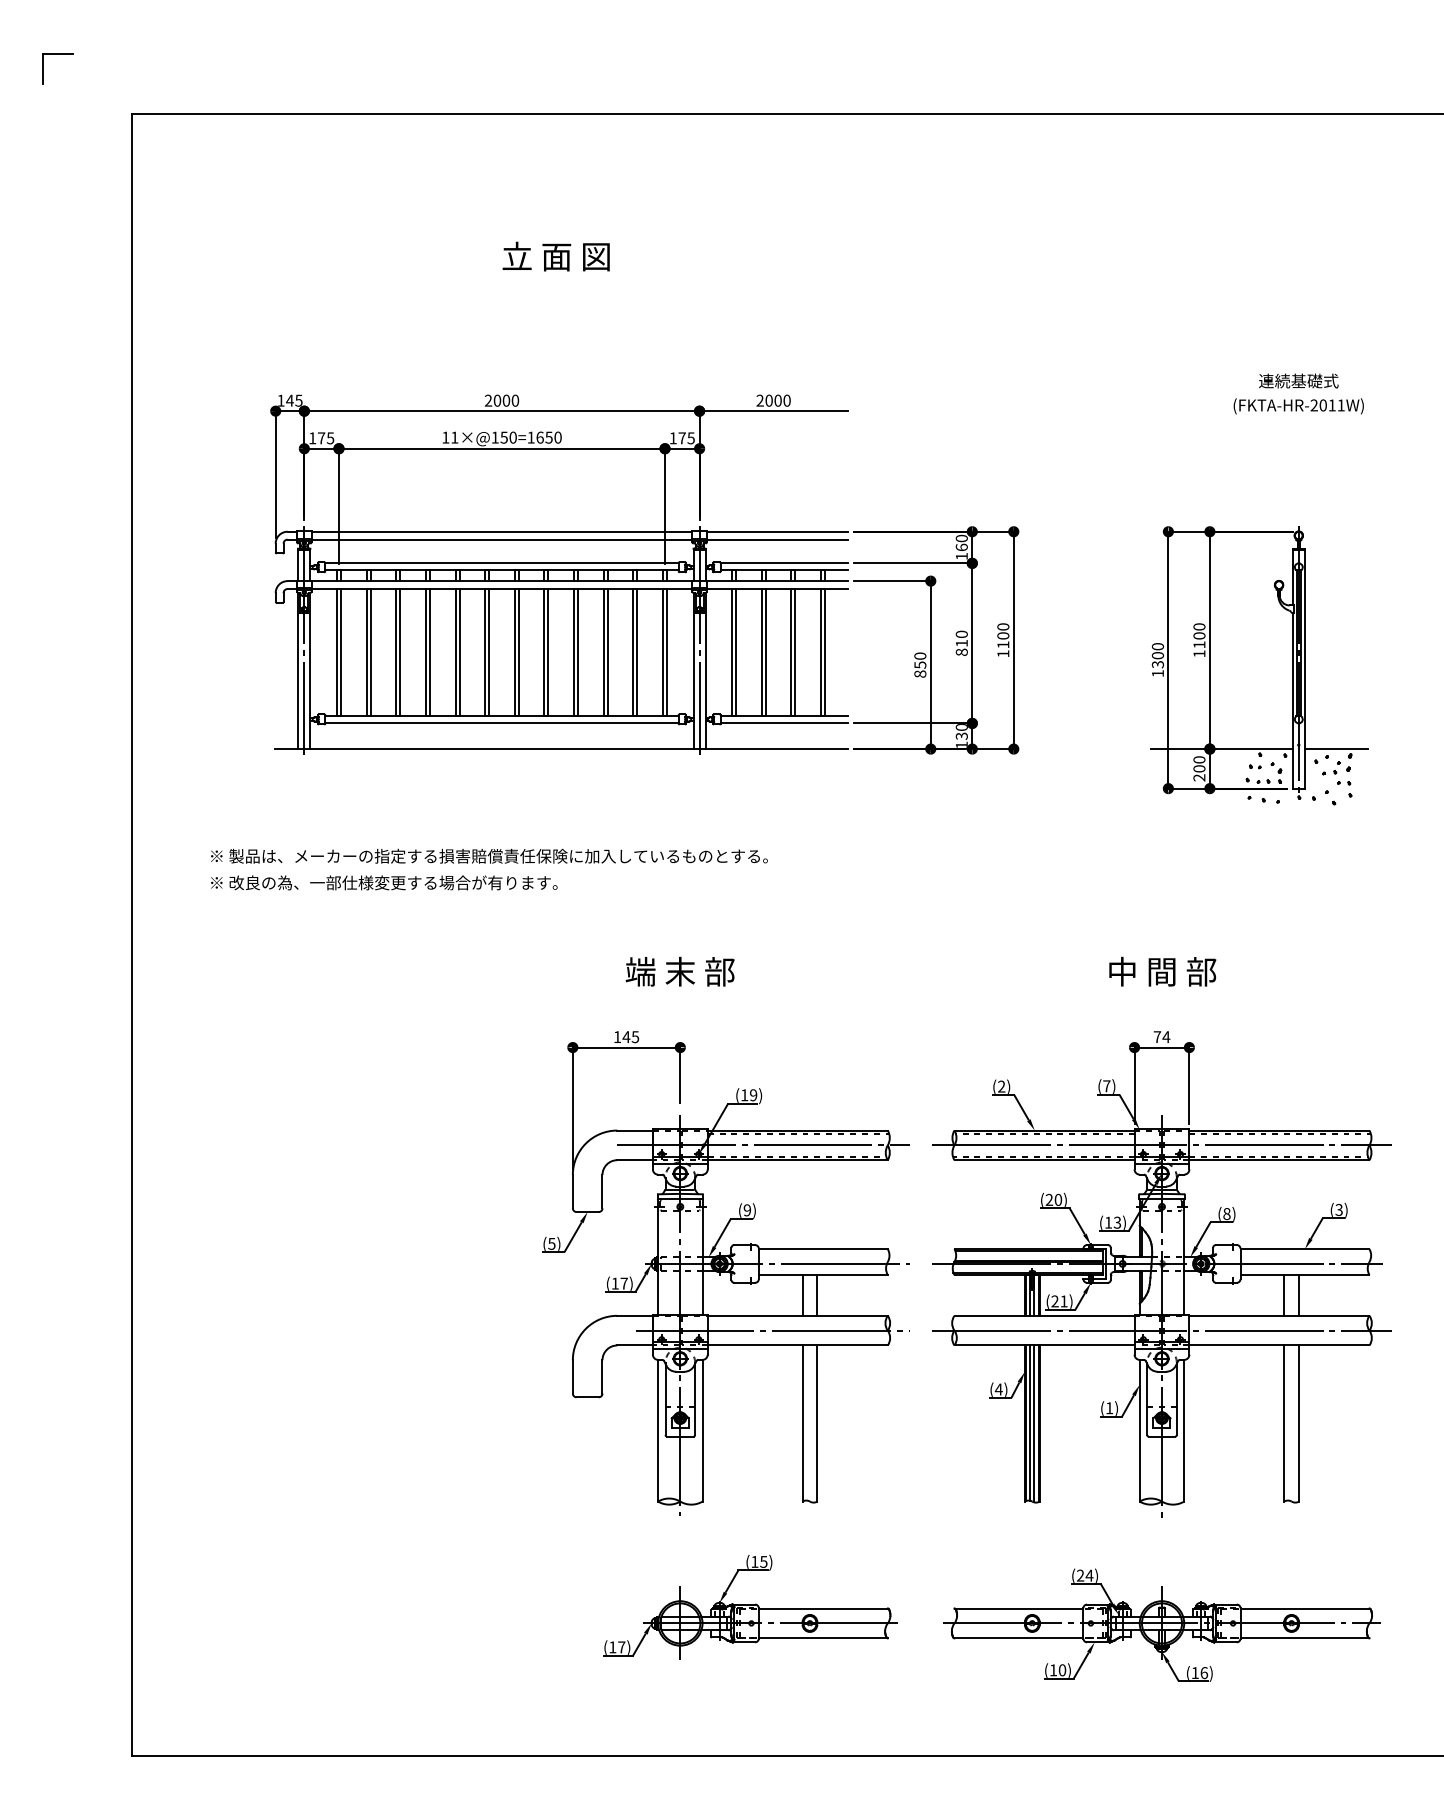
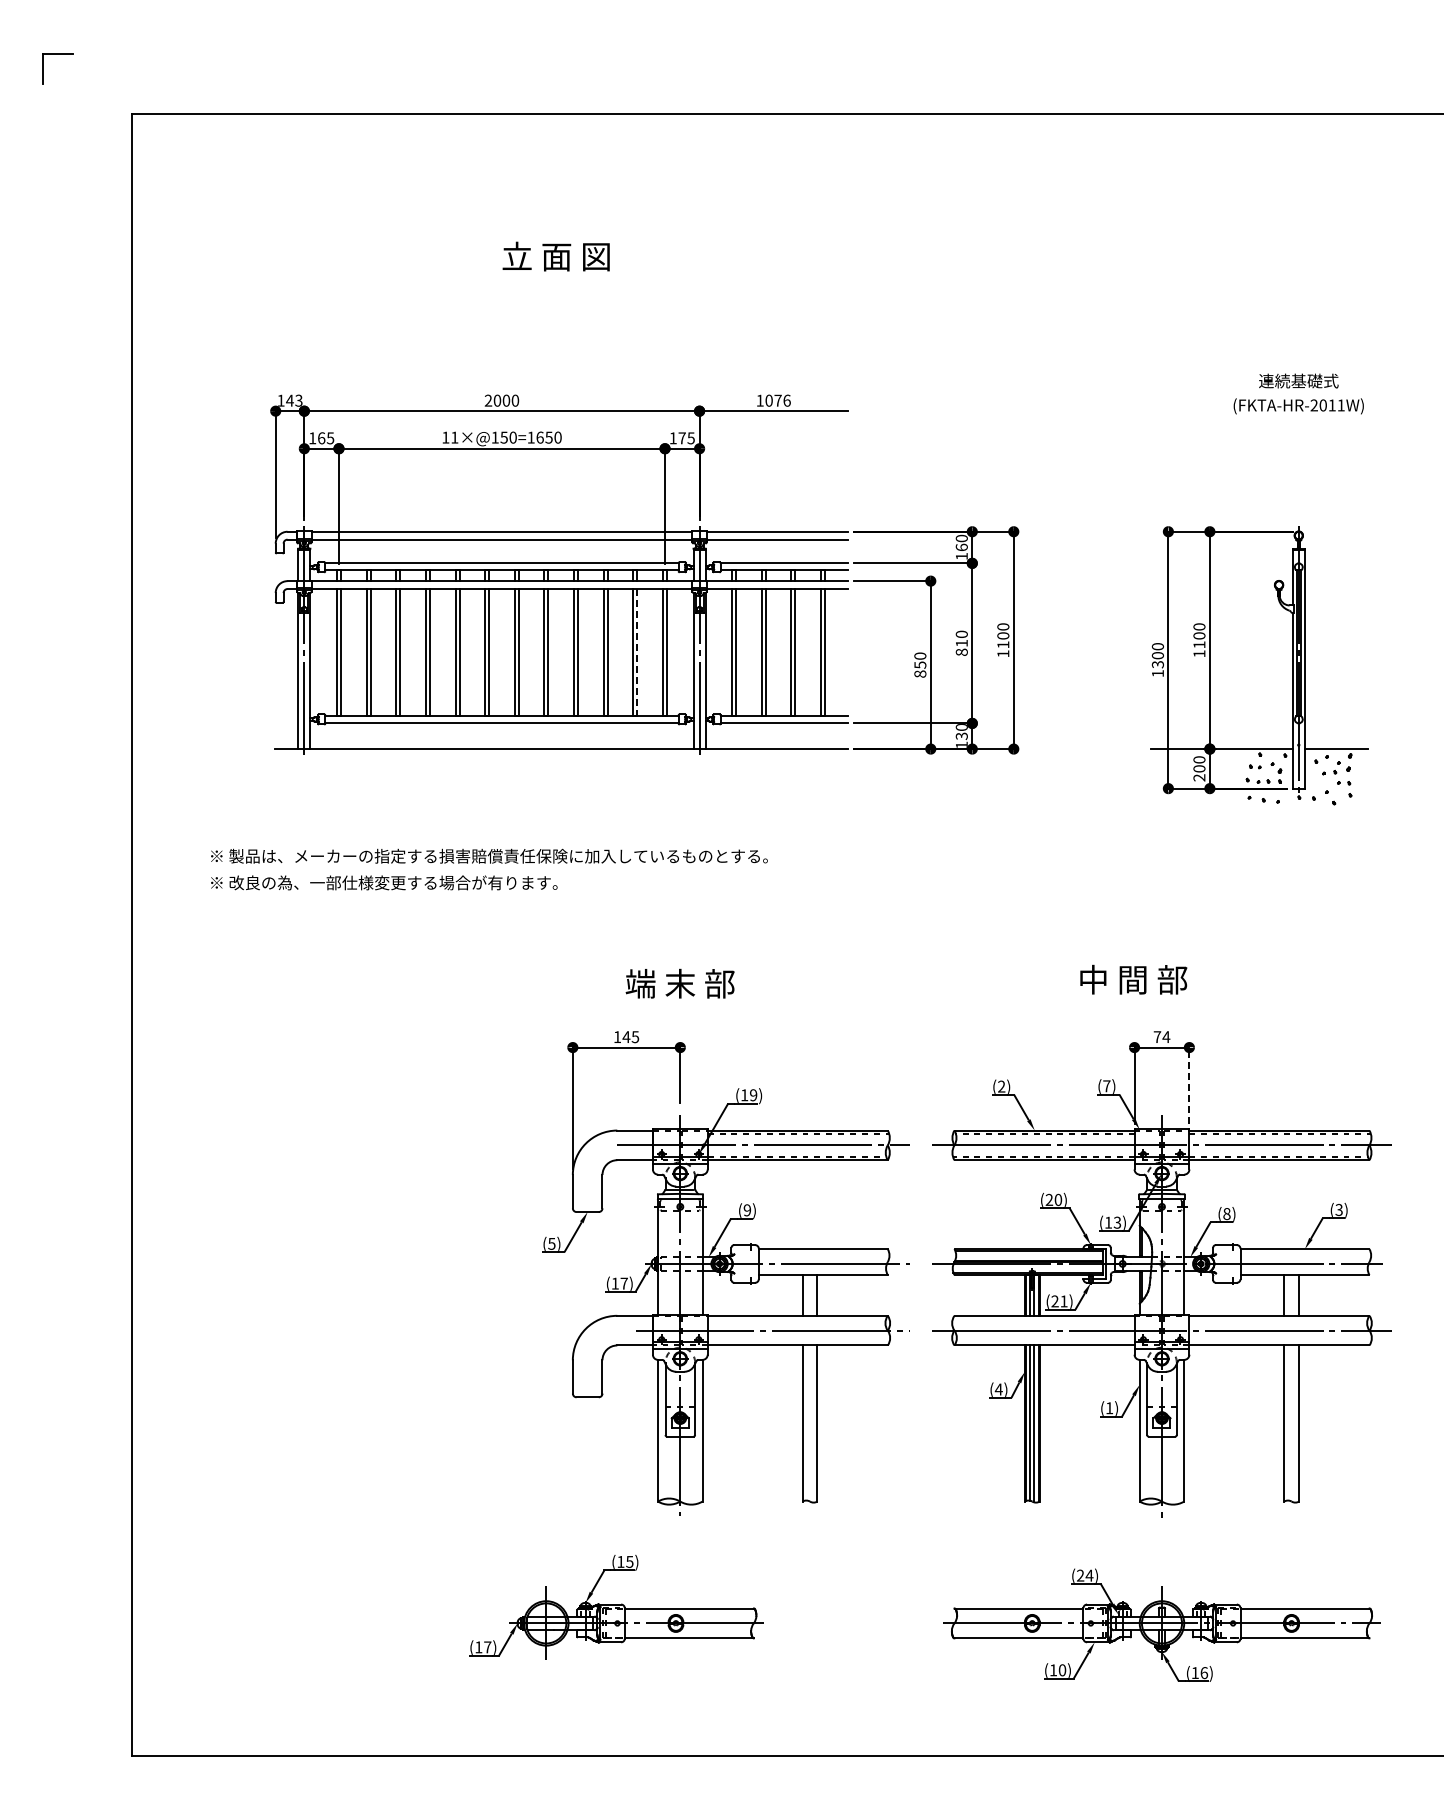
text at (298, 399): 145 -> 143
text at (773, 400): 2000 -> 1076
text at (321, 438): 175 -> 165
line at (637, 652): solid -> dashed
text at (679, 971) position: (679, 971) -> (679, 983)
text at (1162, 971) position: (1162, 971) -> (1133, 979)
line at (1189, 1085): solid -> dashed
part at (750, 1607) position: (750, 1607) -> (616, 1607)
